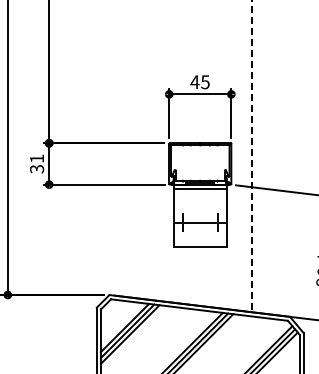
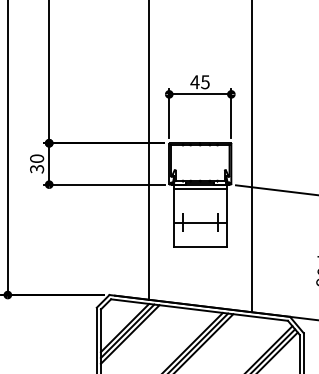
line at (148, 150): none -> present
line at (252, 156): dashed -> solid
text at (37, 158): 31 -> 30
